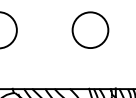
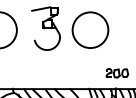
part at (45, 28): none -> present
part at (117, 73): none -> present
